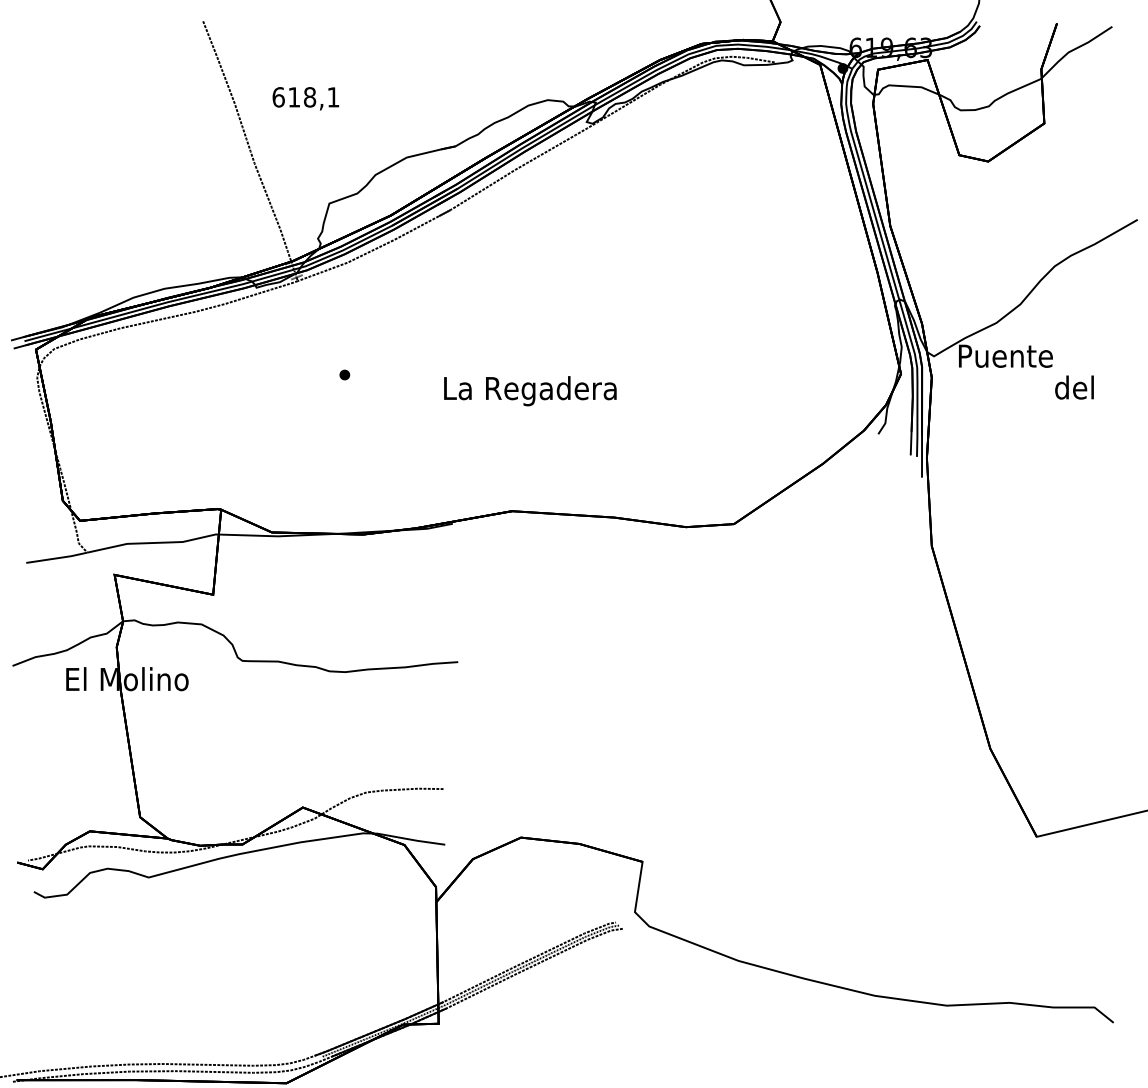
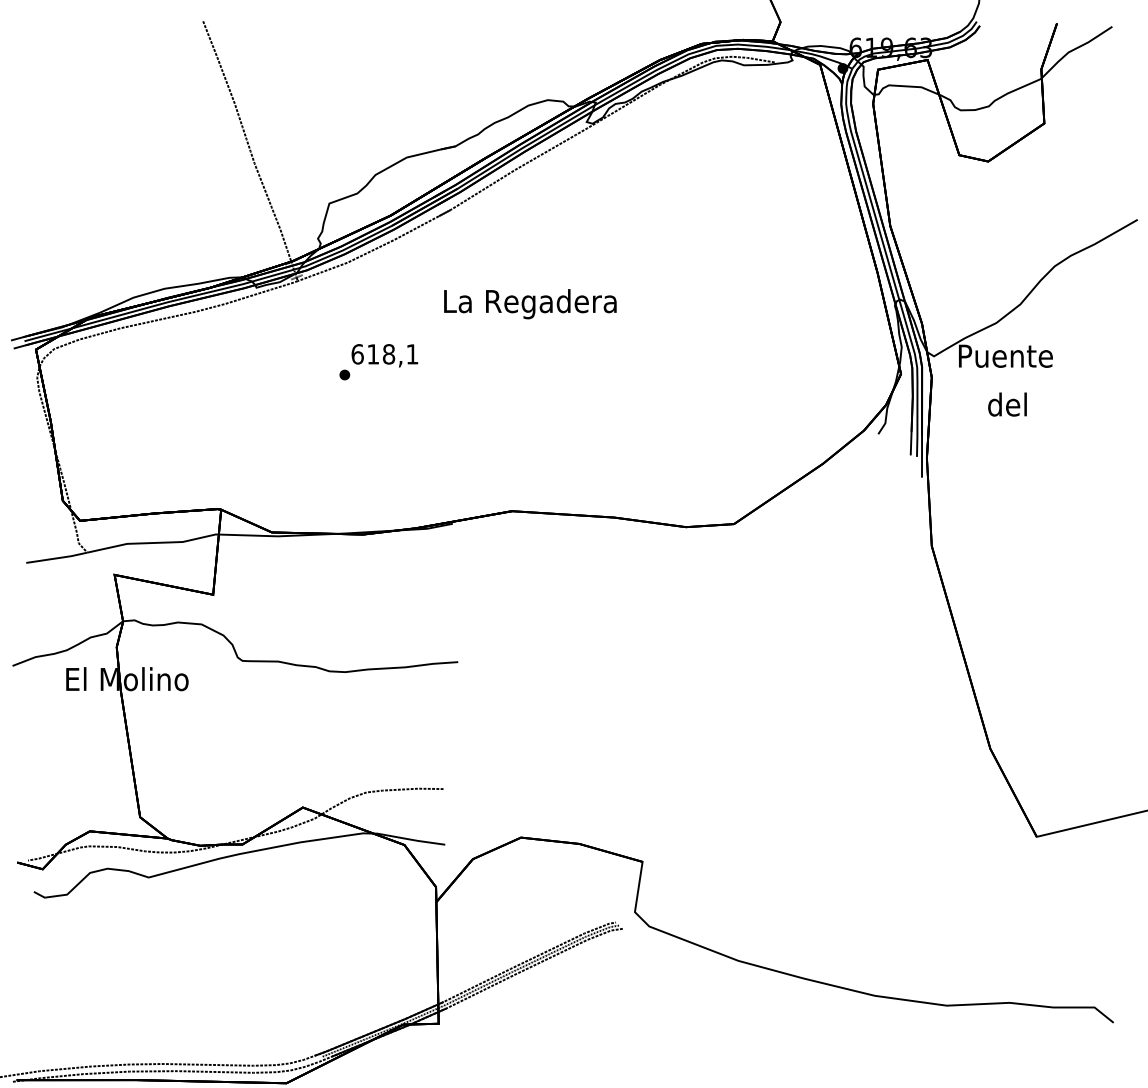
text at (305, 98) position: (305, 98) -> (384, 355)
text at (1074, 387) position: (1074, 387) -> (1007, 404)
text at (530, 391) position: (530, 391) -> (530, 304)
